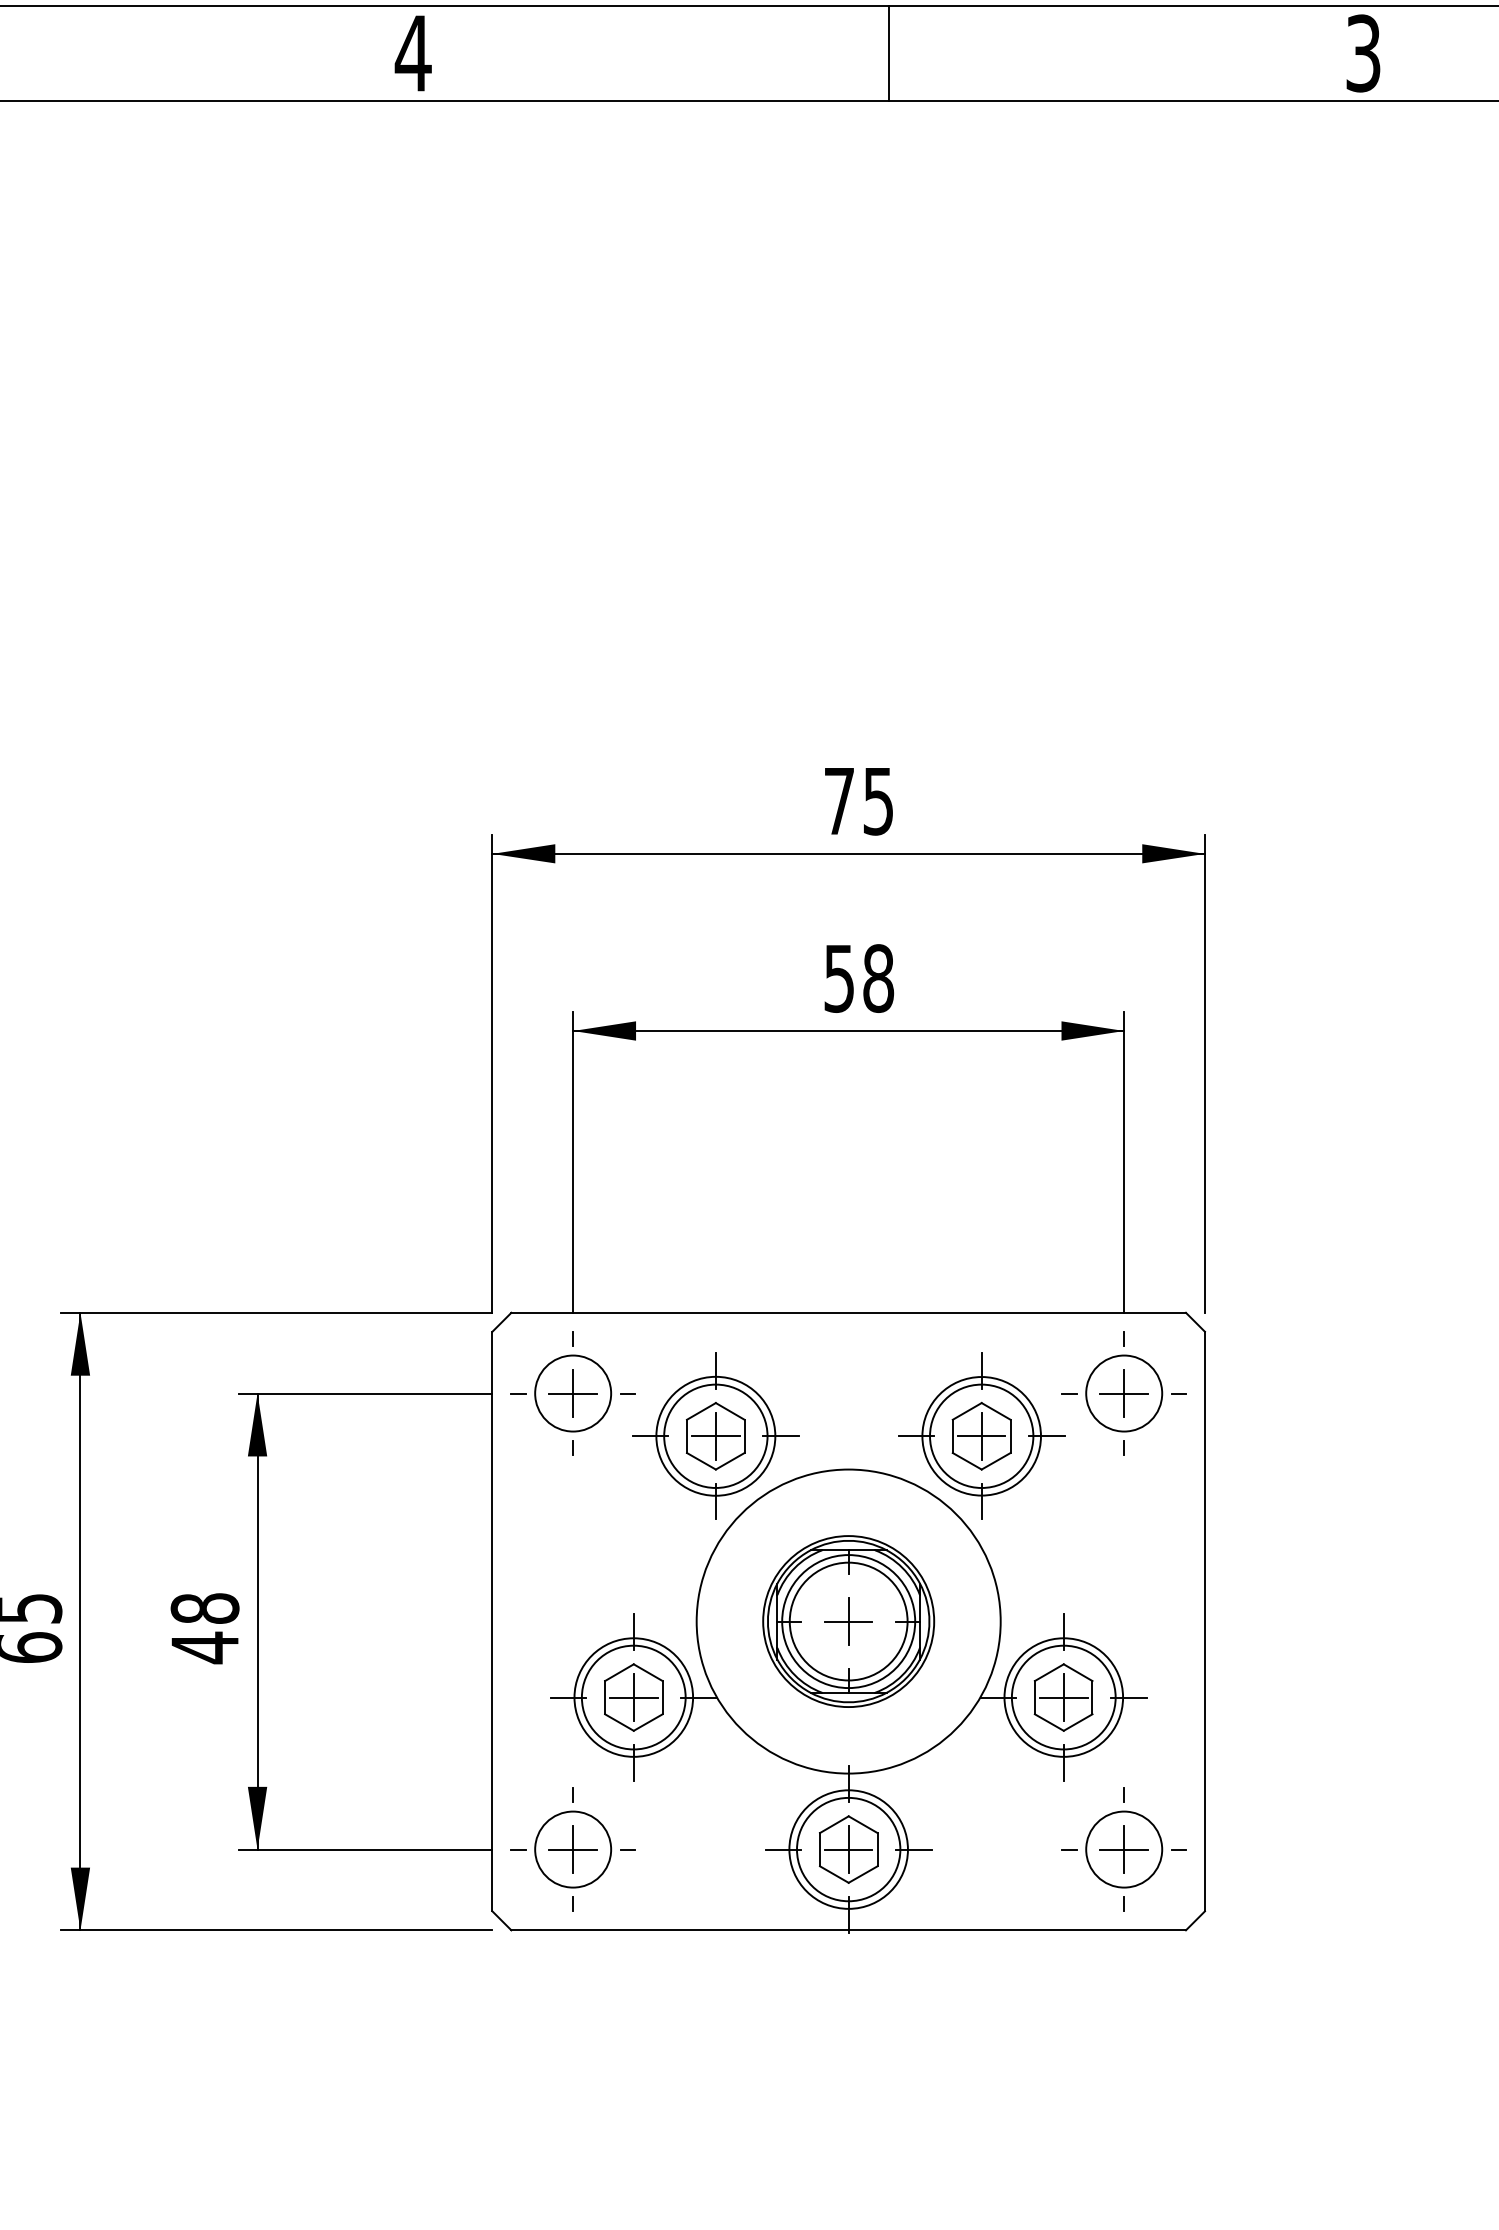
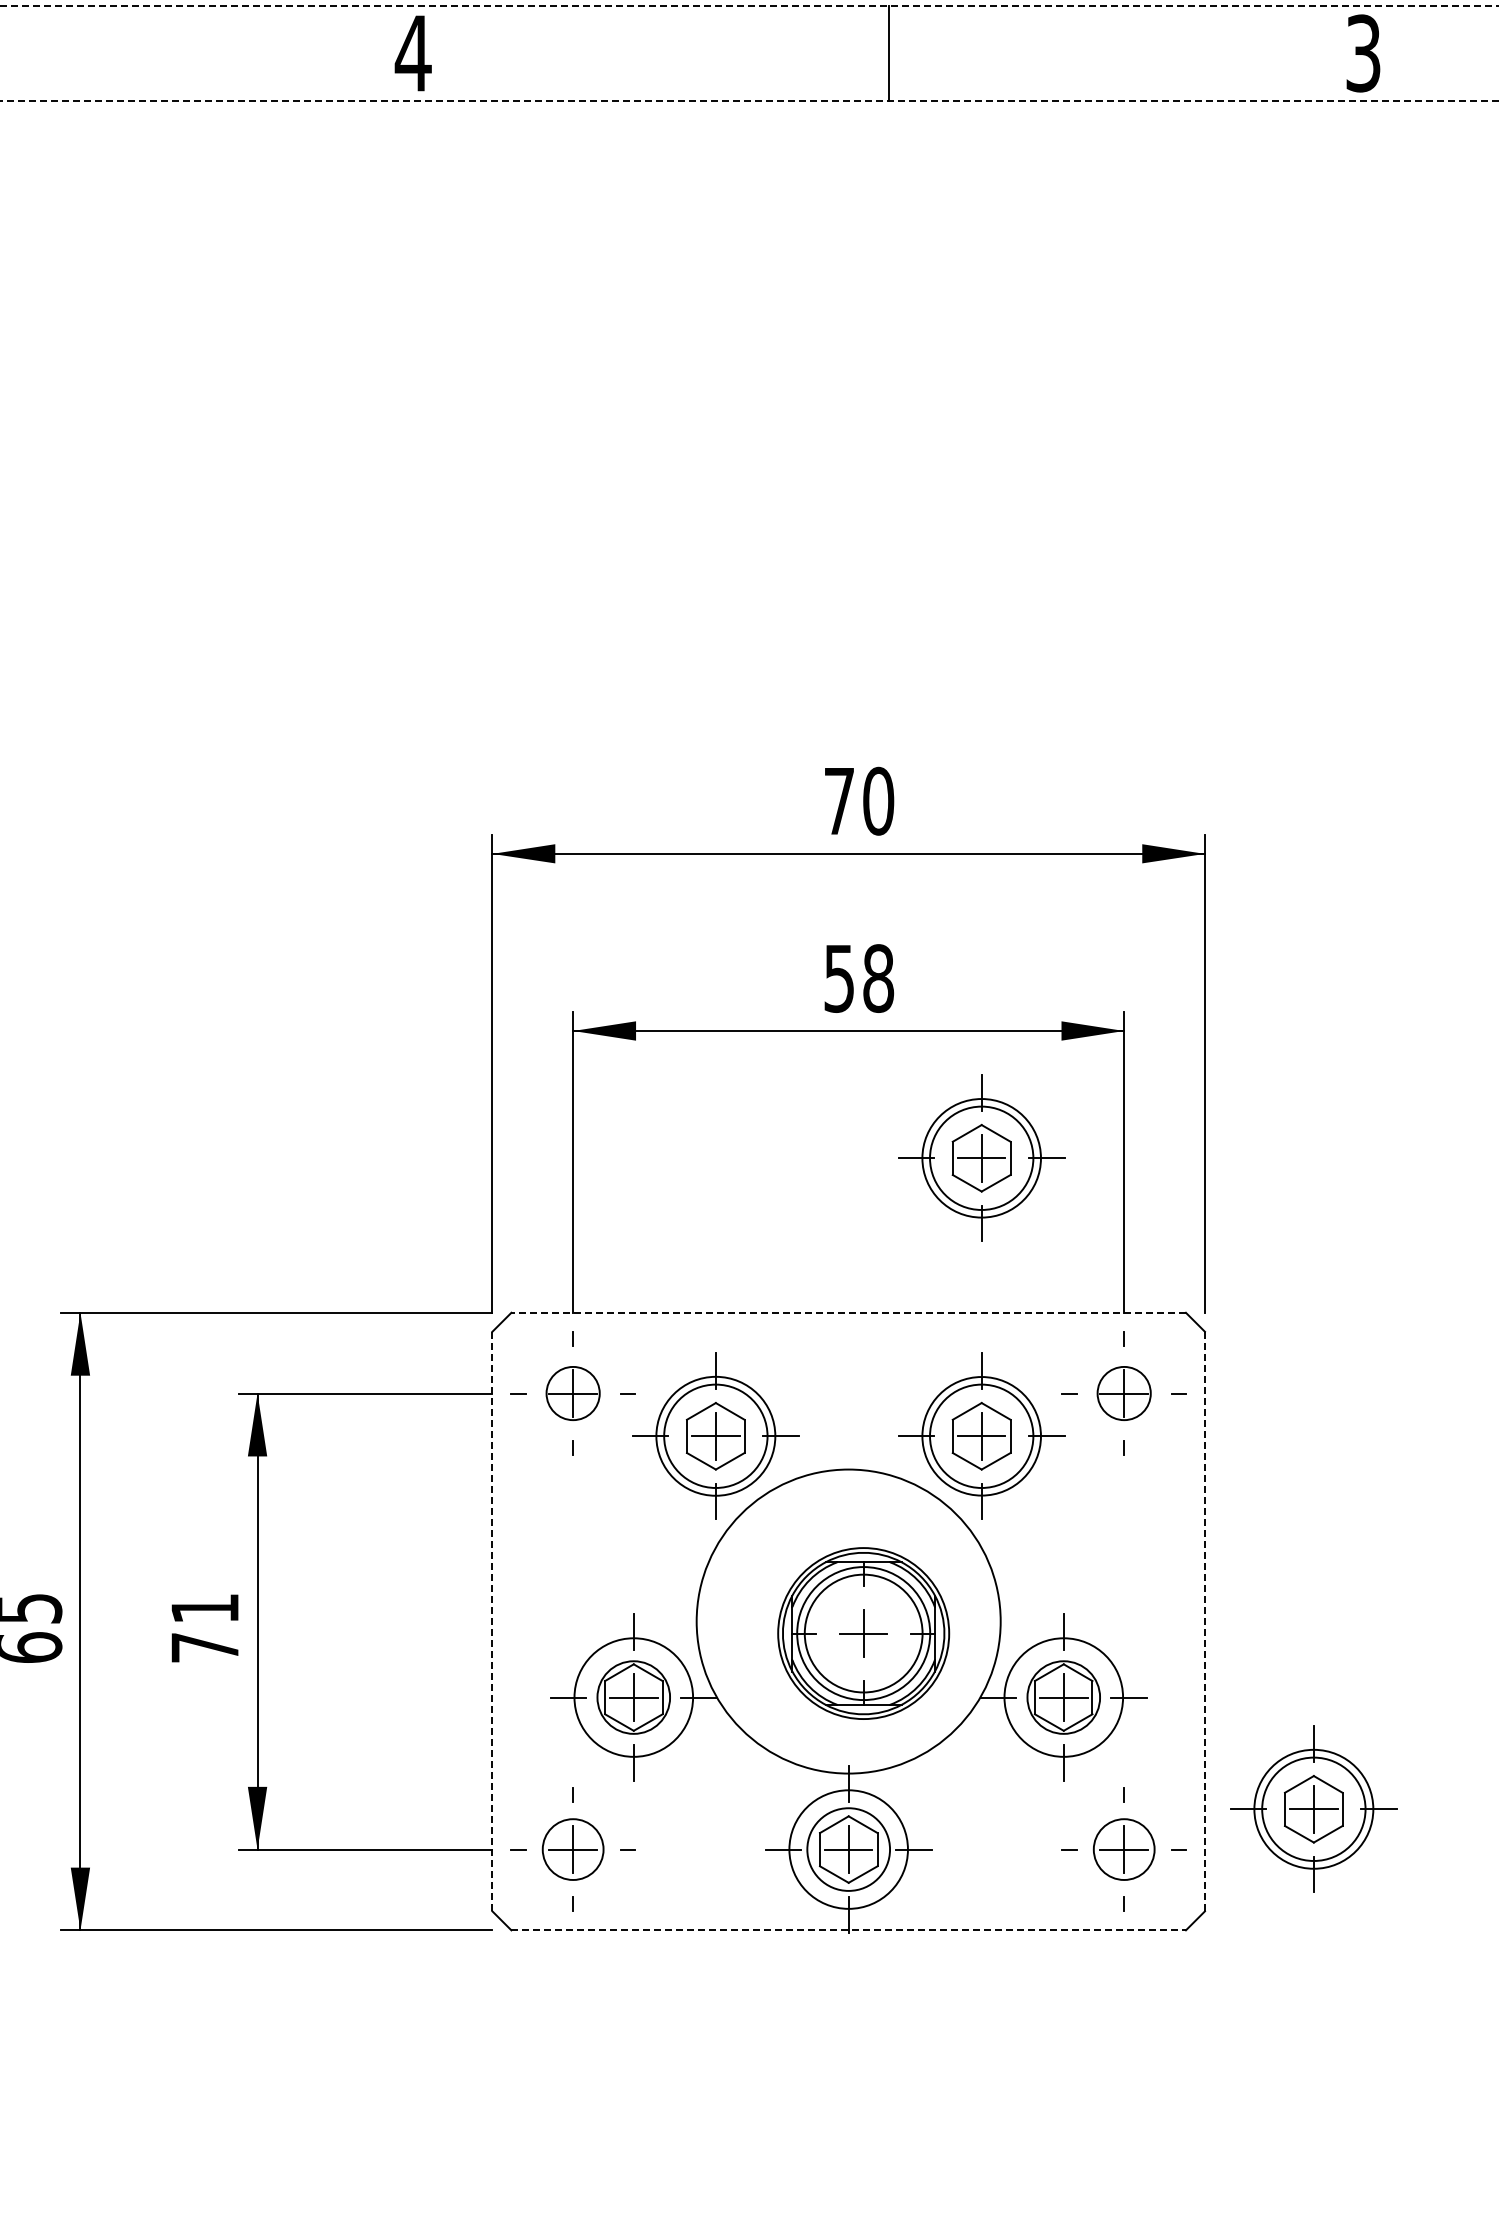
line at (749, 5): solid -> dashed
line at (750, 100): solid -> dashed
text at (878, 800): 75 -> 70
part at (981, 1157): none -> present
line at (848, 1312): solid -> dashed
circle at (573, 1393) diameter: 76 px -> 53 px
circle at (1124, 1393) diameter: 76 px -> 53 px
line at (492, 1621): solid -> dashed
part at (848, 1621) position: (848, 1621) -> (863, 1633)
line at (1204, 1621): solid -> dashed
text at (204, 1628): 48 -> 71
circle at (633, 1697) diameter: 104 px -> 73 px
circle at (1063, 1697) diameter: 104 px -> 73 px
part at (1313, 1808): none -> present
circle at (573, 1849) diameter: 76 px -> 61 px
circle at (848, 1849) diameter: 103 px -> 83 px
circle at (1124, 1849) diameter: 76 px -> 61 px
line at (849, 1930): solid -> dashed
